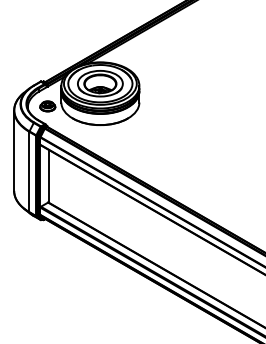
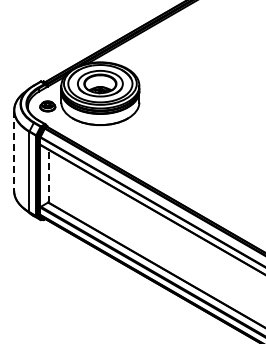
line at (14, 151): solid -> dashed
line at (48, 175): solid -> dashed
